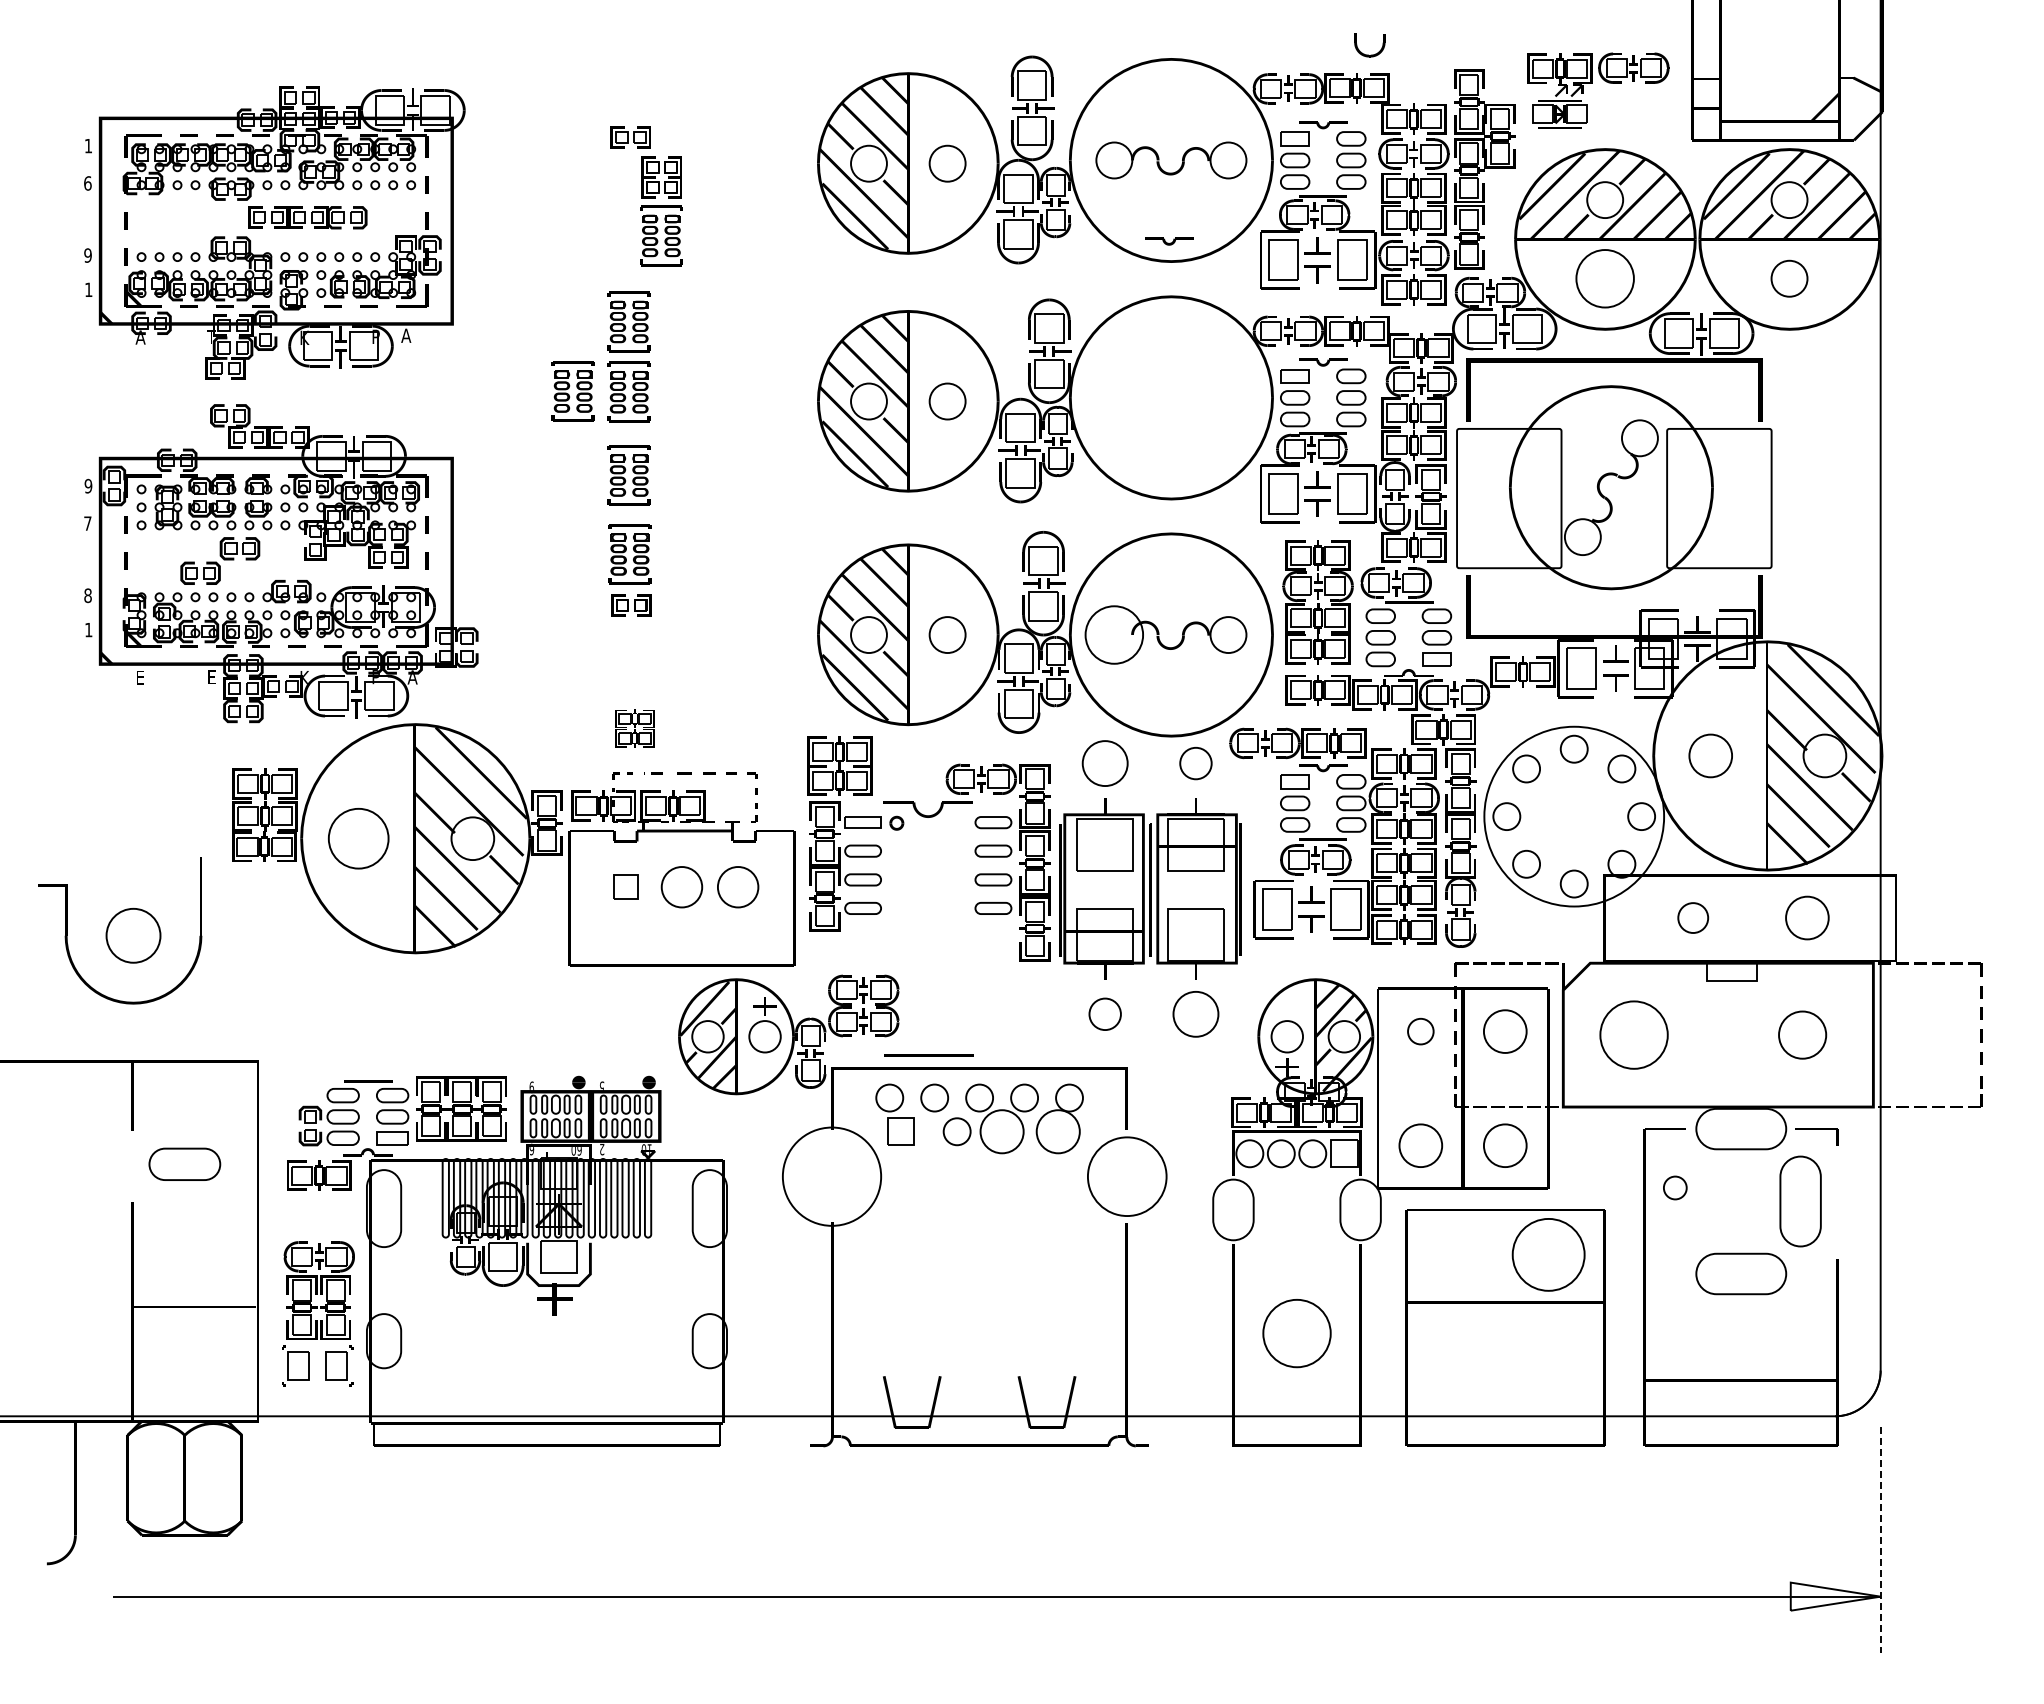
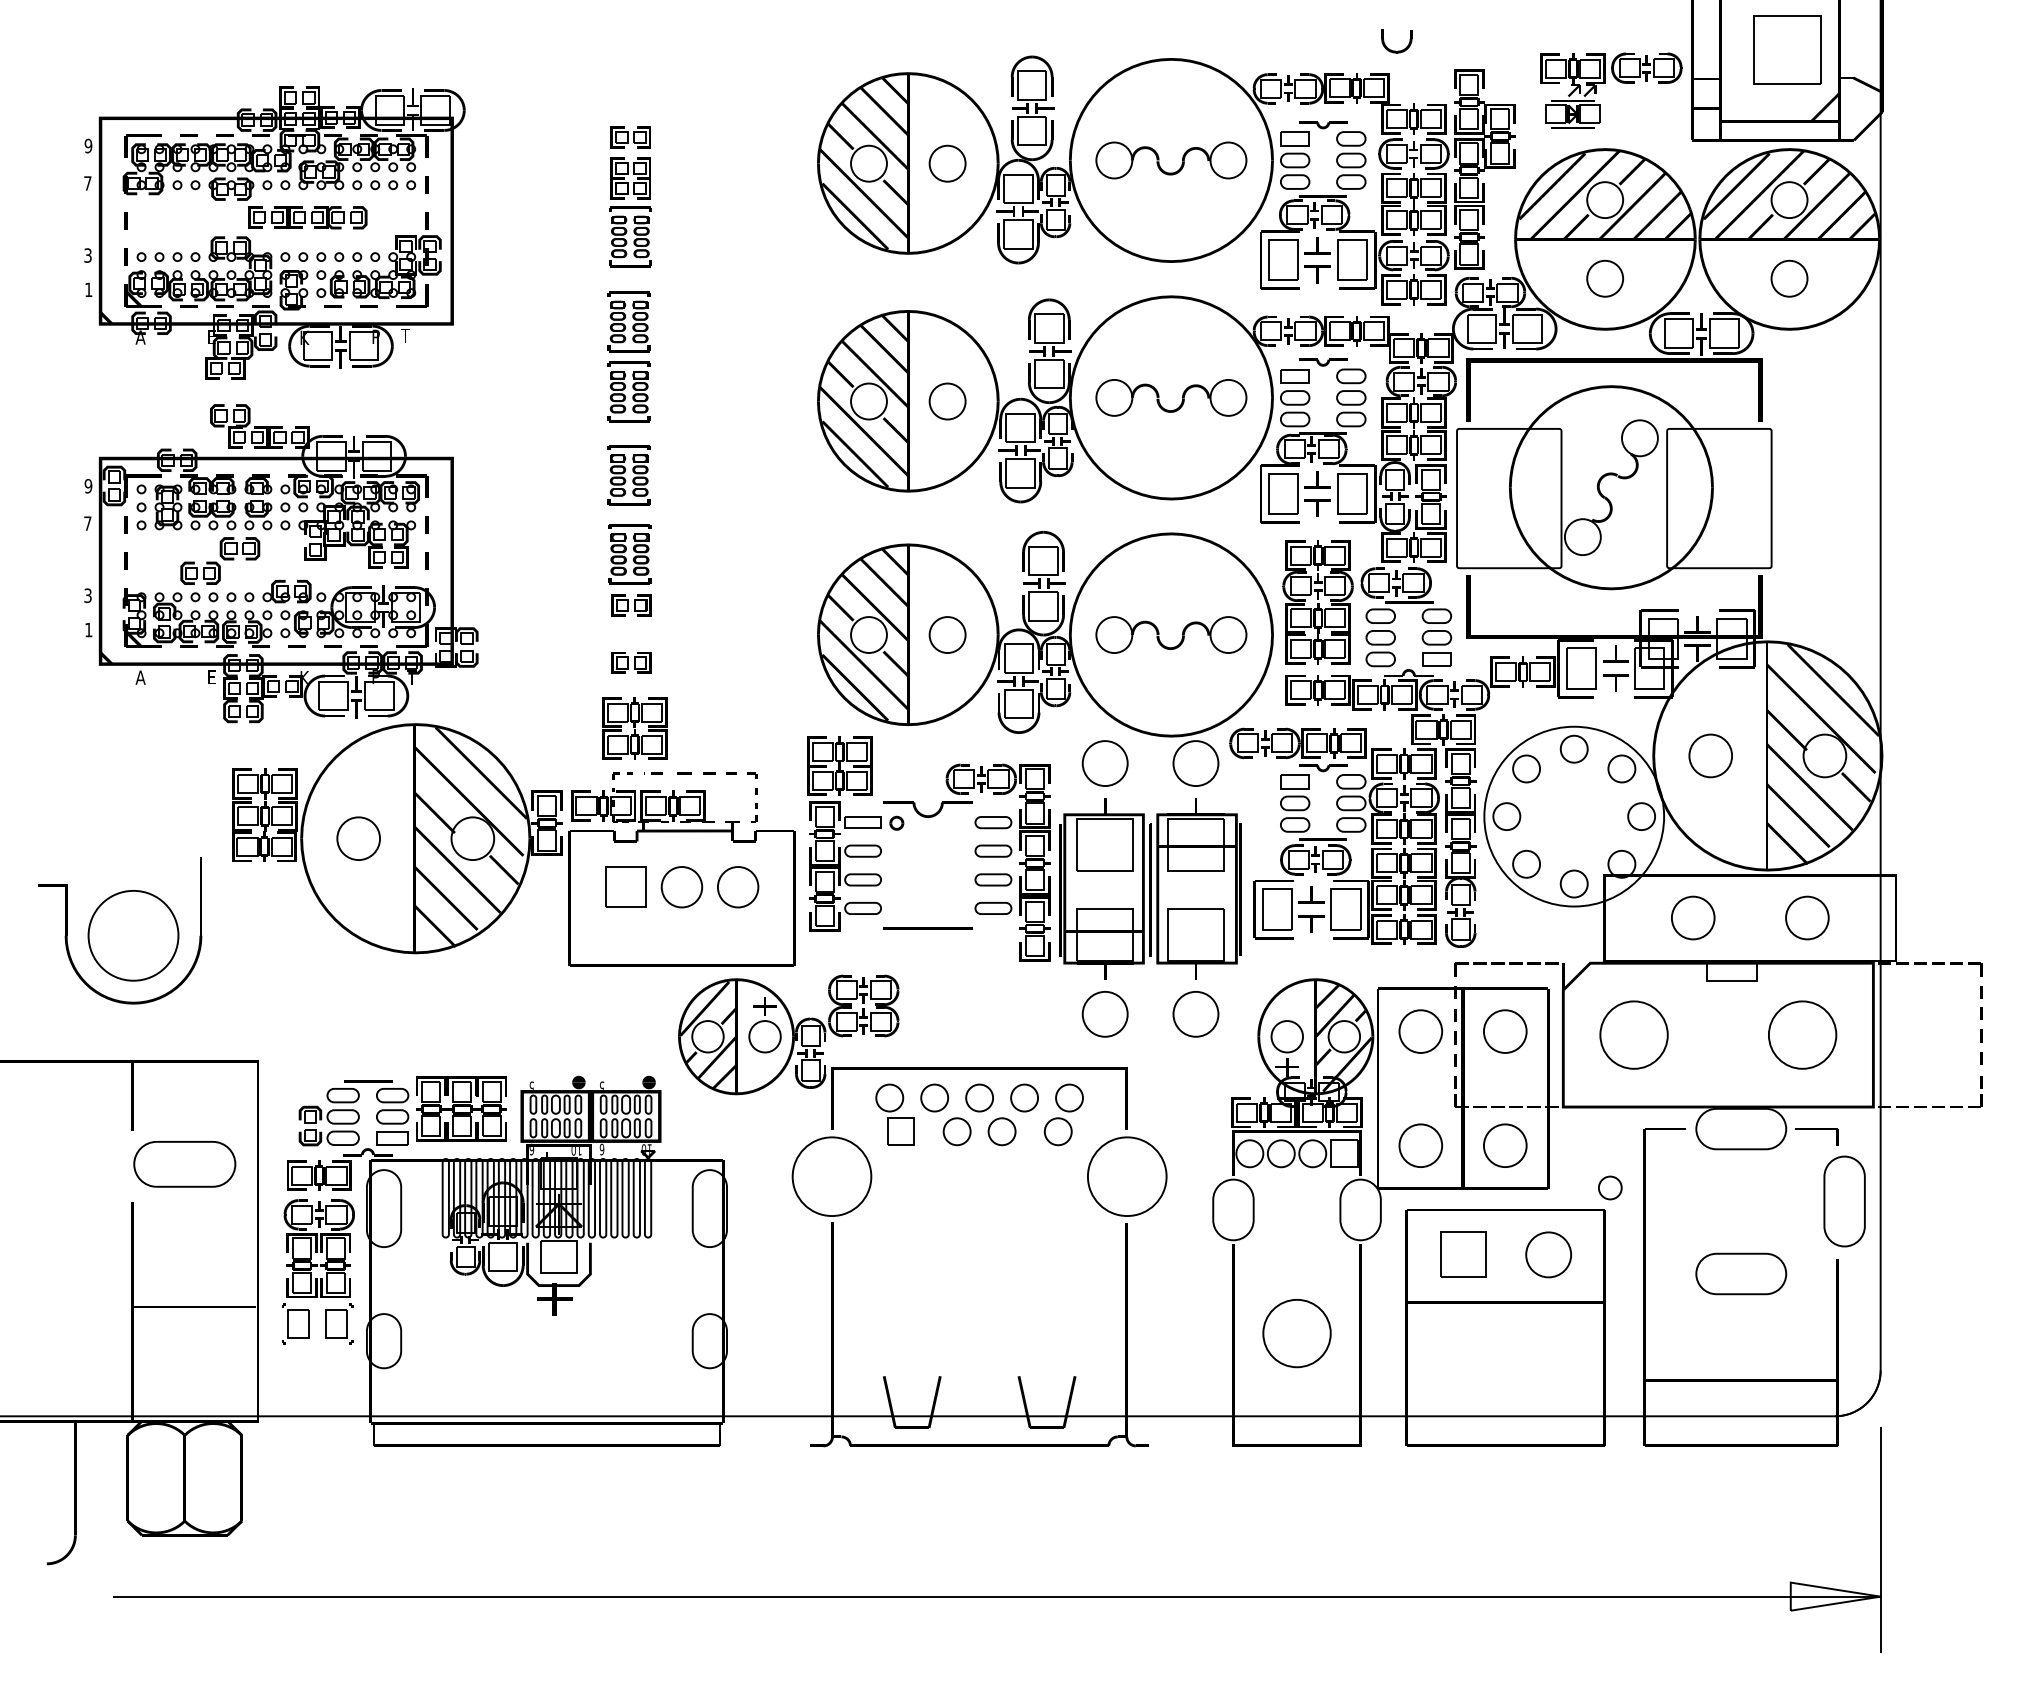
part at (1787, 49): none -> present
curve at (1368, 54) position: (1368, 54) -> (1395, 50)
part at (1592, 83) position: (1592, 83) -> (1605, 83)
text at (88, 145): 1 -> 9
text at (87, 183): 6 -> 7
part at (661, 211) position: (661, 211) -> (630, 212)
part at (1169, 241): present -> none
text at (87, 255): 9 -> 3
circle at (1604, 278) diameter: 58 px -> 36 px
text at (406, 335): A -> T
text at (211, 336): T -> E
part at (572, 391): present -> none
part at (1181, 401): none -> present
text at (87, 595): 8 -> 3
circle at (1114, 634) diameter: 58 px -> 36 px
part at (631, 662): none -> present
text at (140, 677): E -> A
text at (412, 677): A -> T
part at (634, 728) size: 40x39 px -> 66x63 px
circle at (1195, 763) diameter: 31 px -> 45 px
circle at (358, 838) diameter: 60 px -> 43 px
part at (625, 886) size: 26x26 px -> 42x42 px
circle at (1693, 917) diameter: 30 px -> 43 px
circle at (133, 935) diameter: 54 px -> 90 px
circle at (1104, 1014) diameter: 31 px -> 45 px
circle at (1420, 1031) diameter: 26 px -> 43 px
circle at (1802, 1034) diameter: 47 px -> 67 px
line at (928, 1055) position: (928, 1055) -> (927, 928)
text at (531, 1085): 9 -> 5
circle at (1001, 1131) diameter: 43 px -> 27 px
circle at (1057, 1131) diameter: 43 px -> 27 px
text at (601, 1149): 2 -> 6
text at (579, 1151): 60 -> 10
part at (184, 1163) size: 74x34 px -> 104x47 px
circle at (831, 1176) diameter: 98 px -> 79 px
circle at (1675, 1187) position: (1675, 1187) -> (1610, 1187)
part at (1800, 1201) position: (1800, 1201) -> (1844, 1201)
part at (1463, 1254): none -> present
circle at (1548, 1254) diameter: 72 px -> 45 px
part at (318, 1313) position: (318, 1313) -> (318, 1271)
line at (1880, 1540): dashed -> solid
